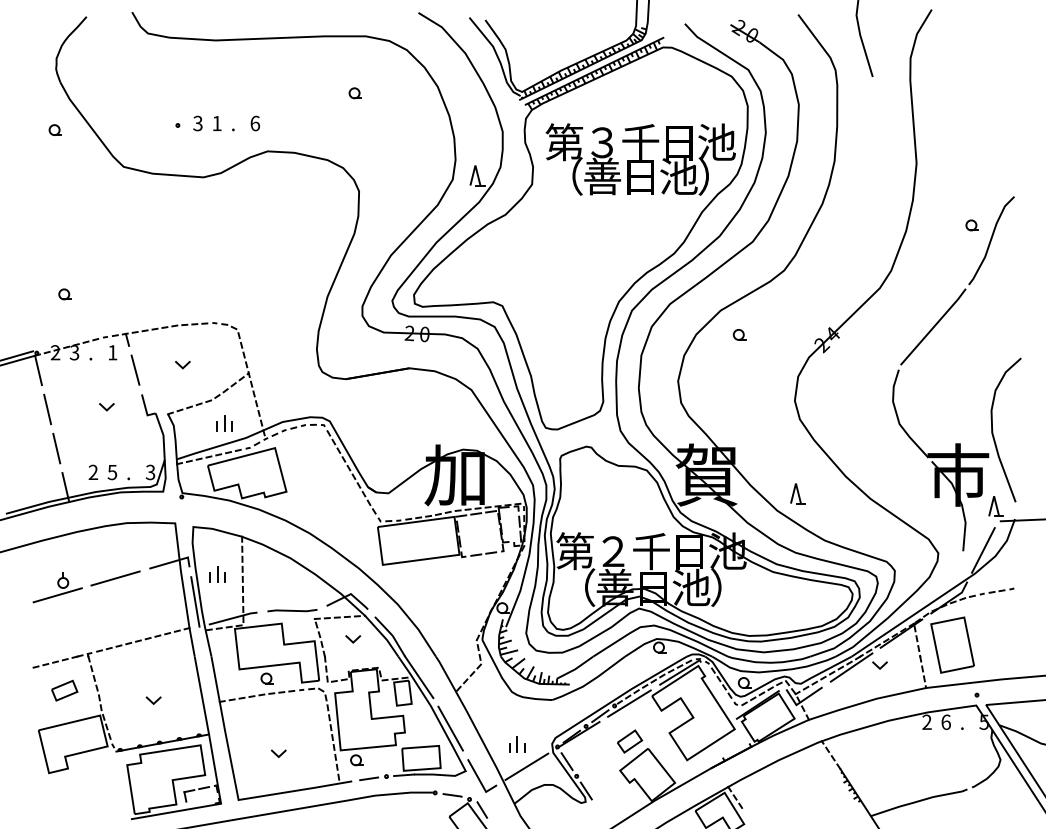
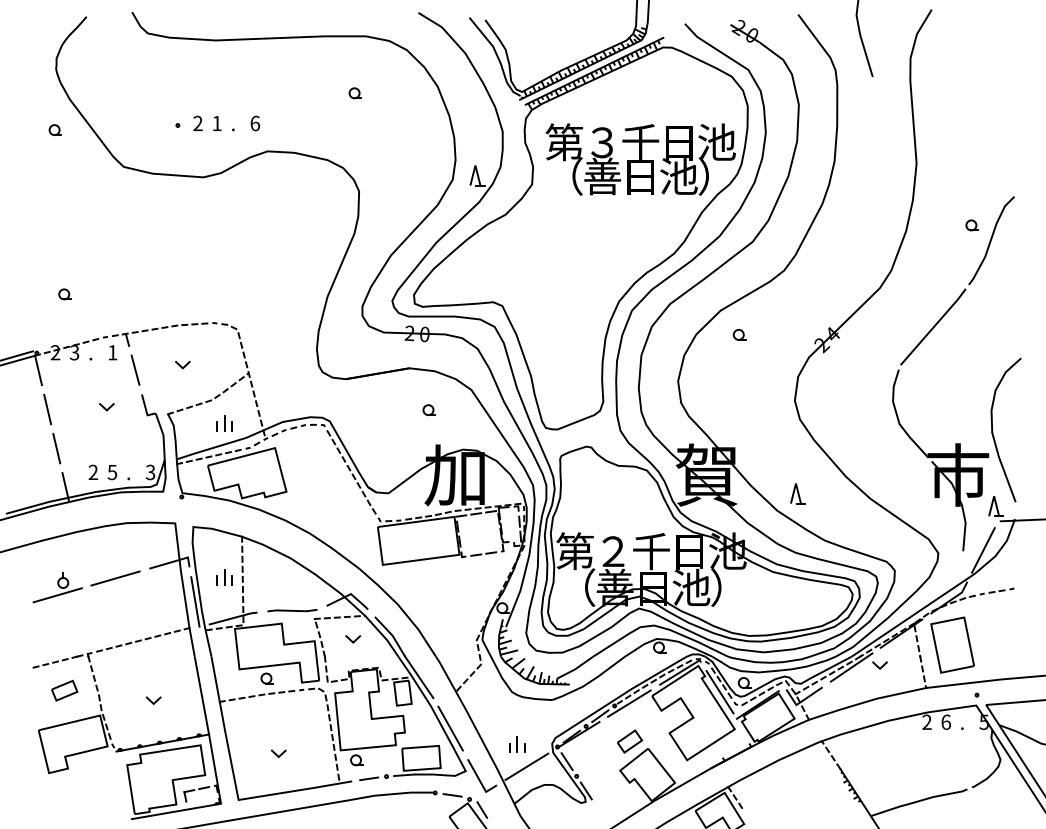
text at (197, 123): 3 -> 2
part at (428, 409): none -> present
part at (217, 574) position: (217, 574) -> (224, 577)
line at (719, 692): none -> present
